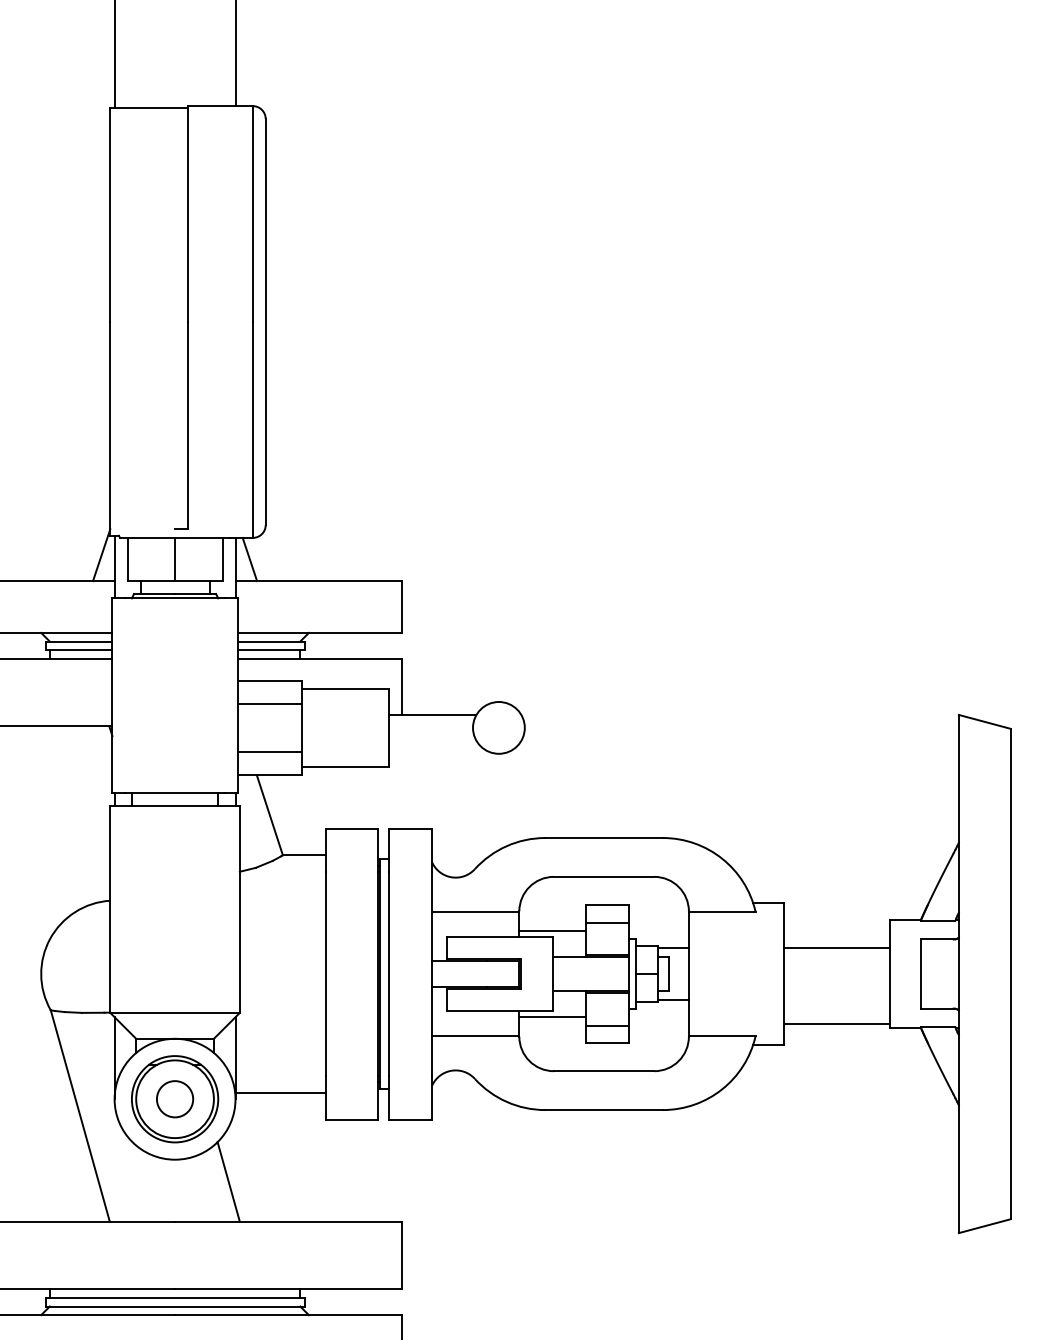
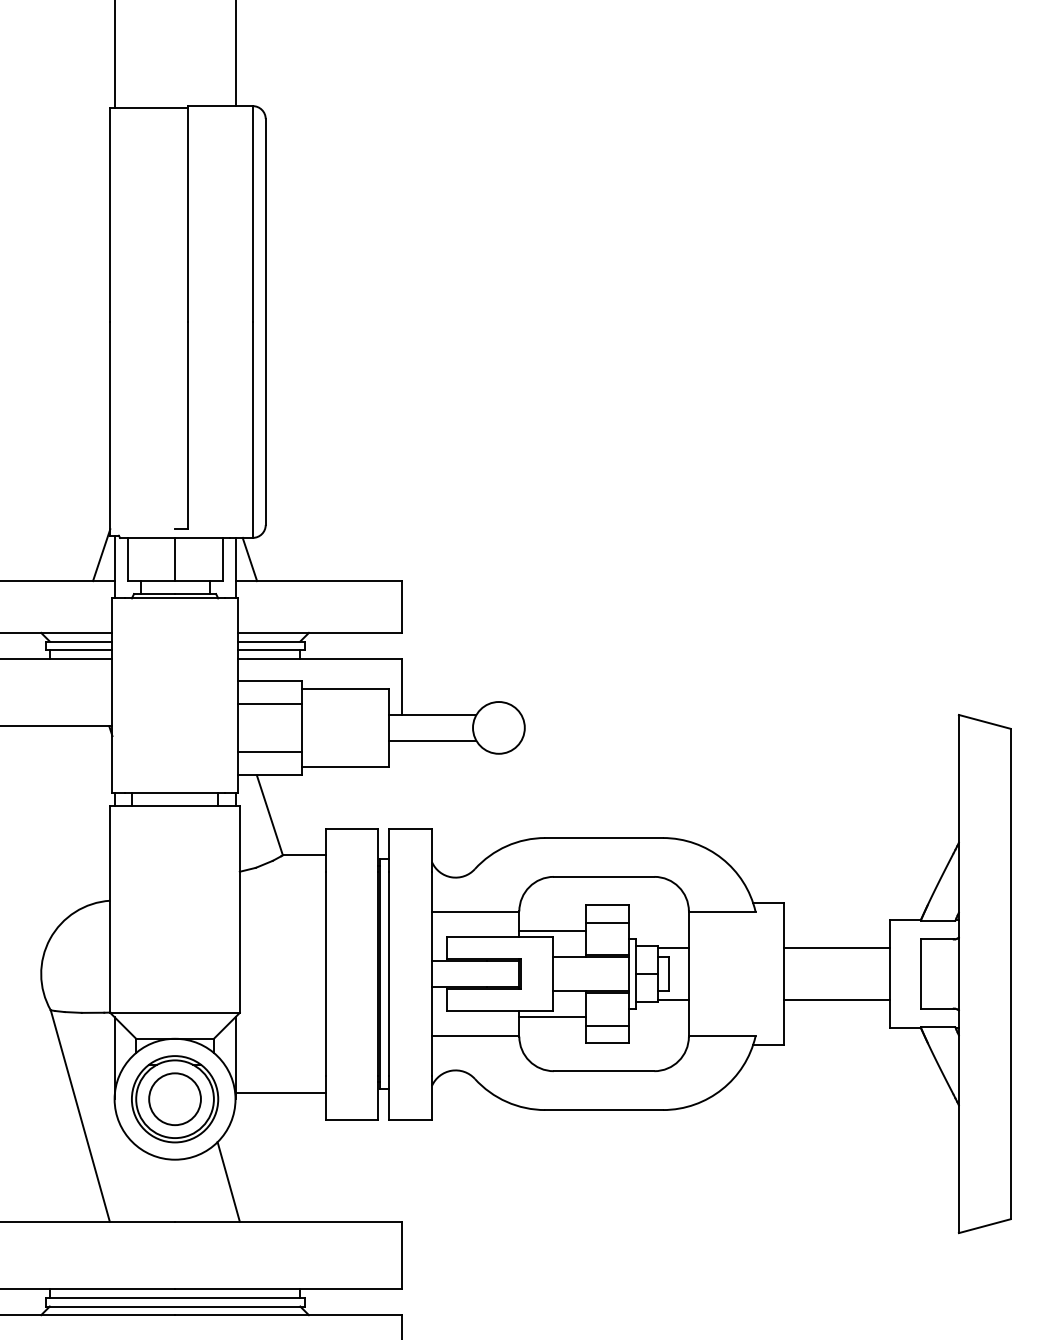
line at (432, 740): none -> present
line at (836, 1023) position: (836, 1023) -> (836, 999)
circle at (174, 1099) diameter: 36 px -> 52 px
